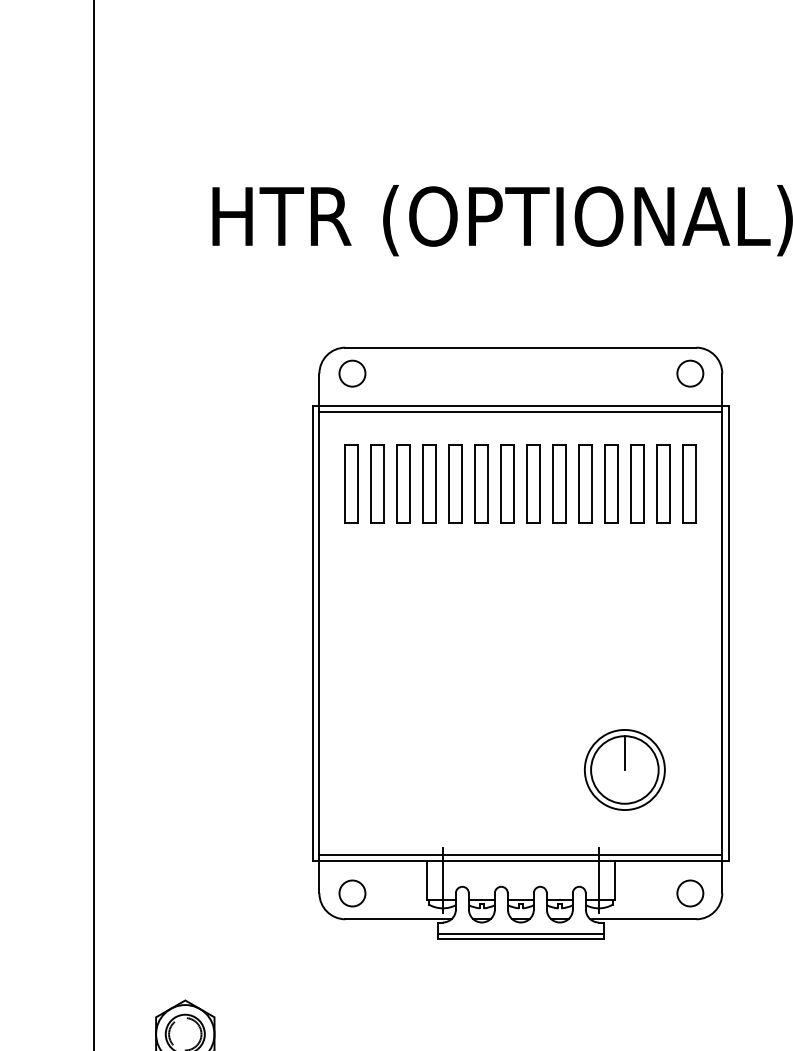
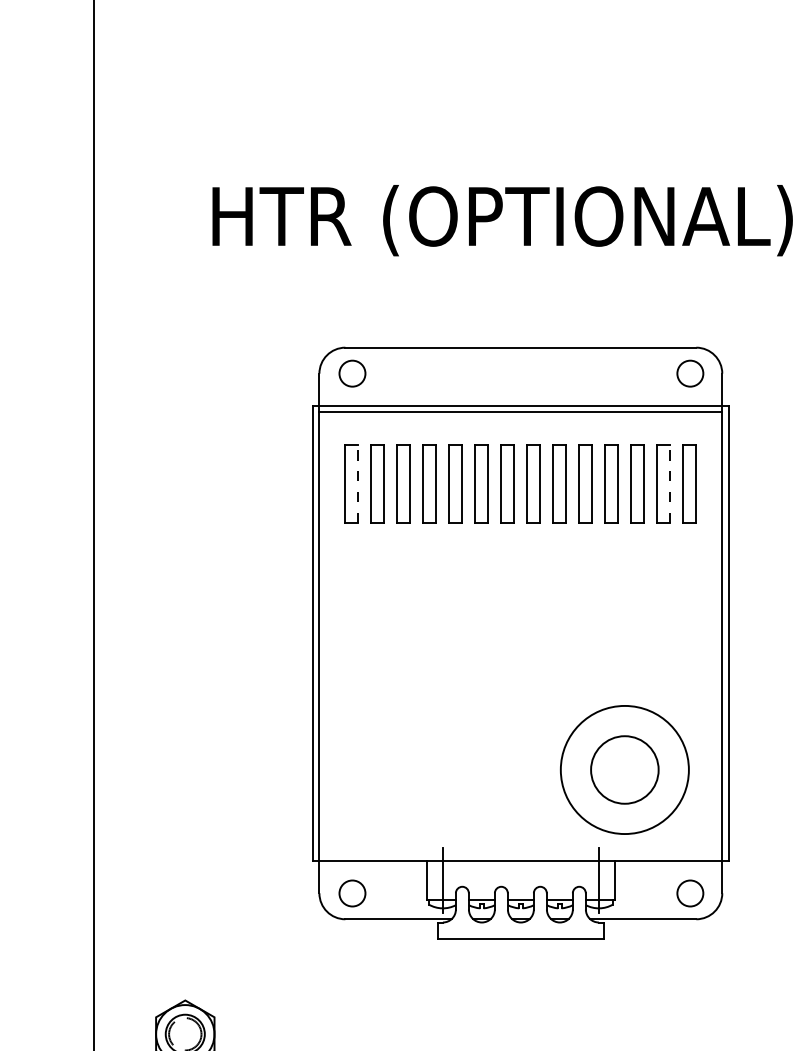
line at (358, 484): solid -> dashed
line at (670, 484): solid -> dashed
line at (624, 752): present -> none
circle at (624, 769) diameter: 80 px -> 128 px
line at (520, 854): present -> none
line at (520, 933): present -> none
